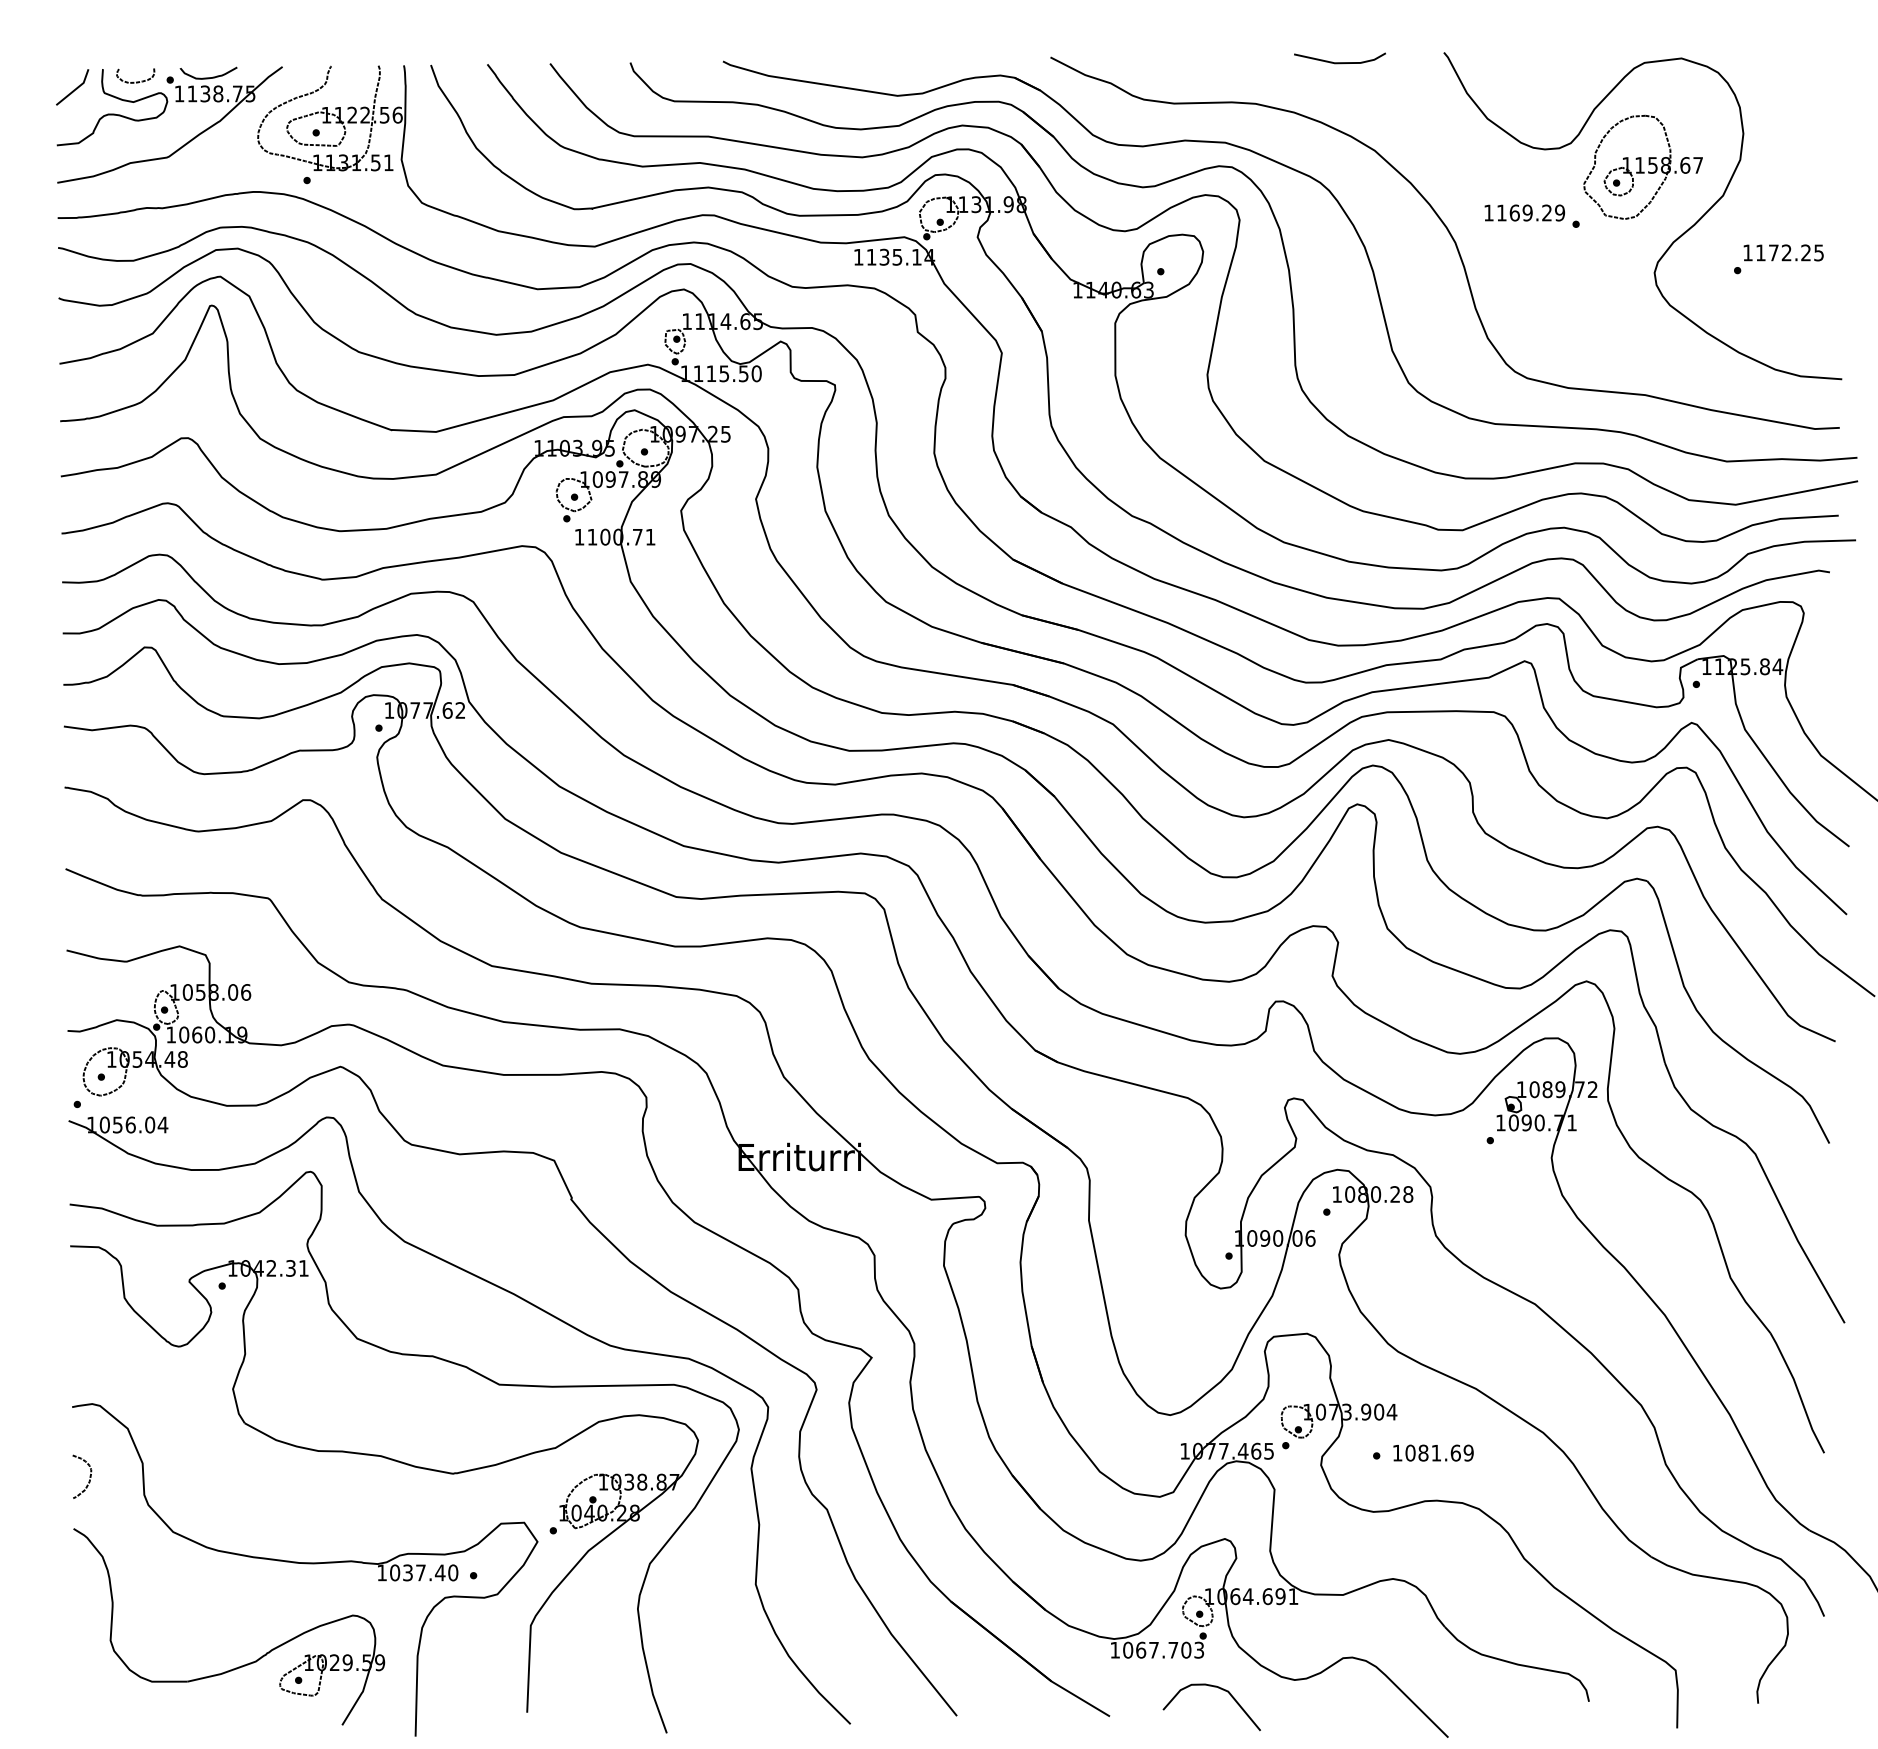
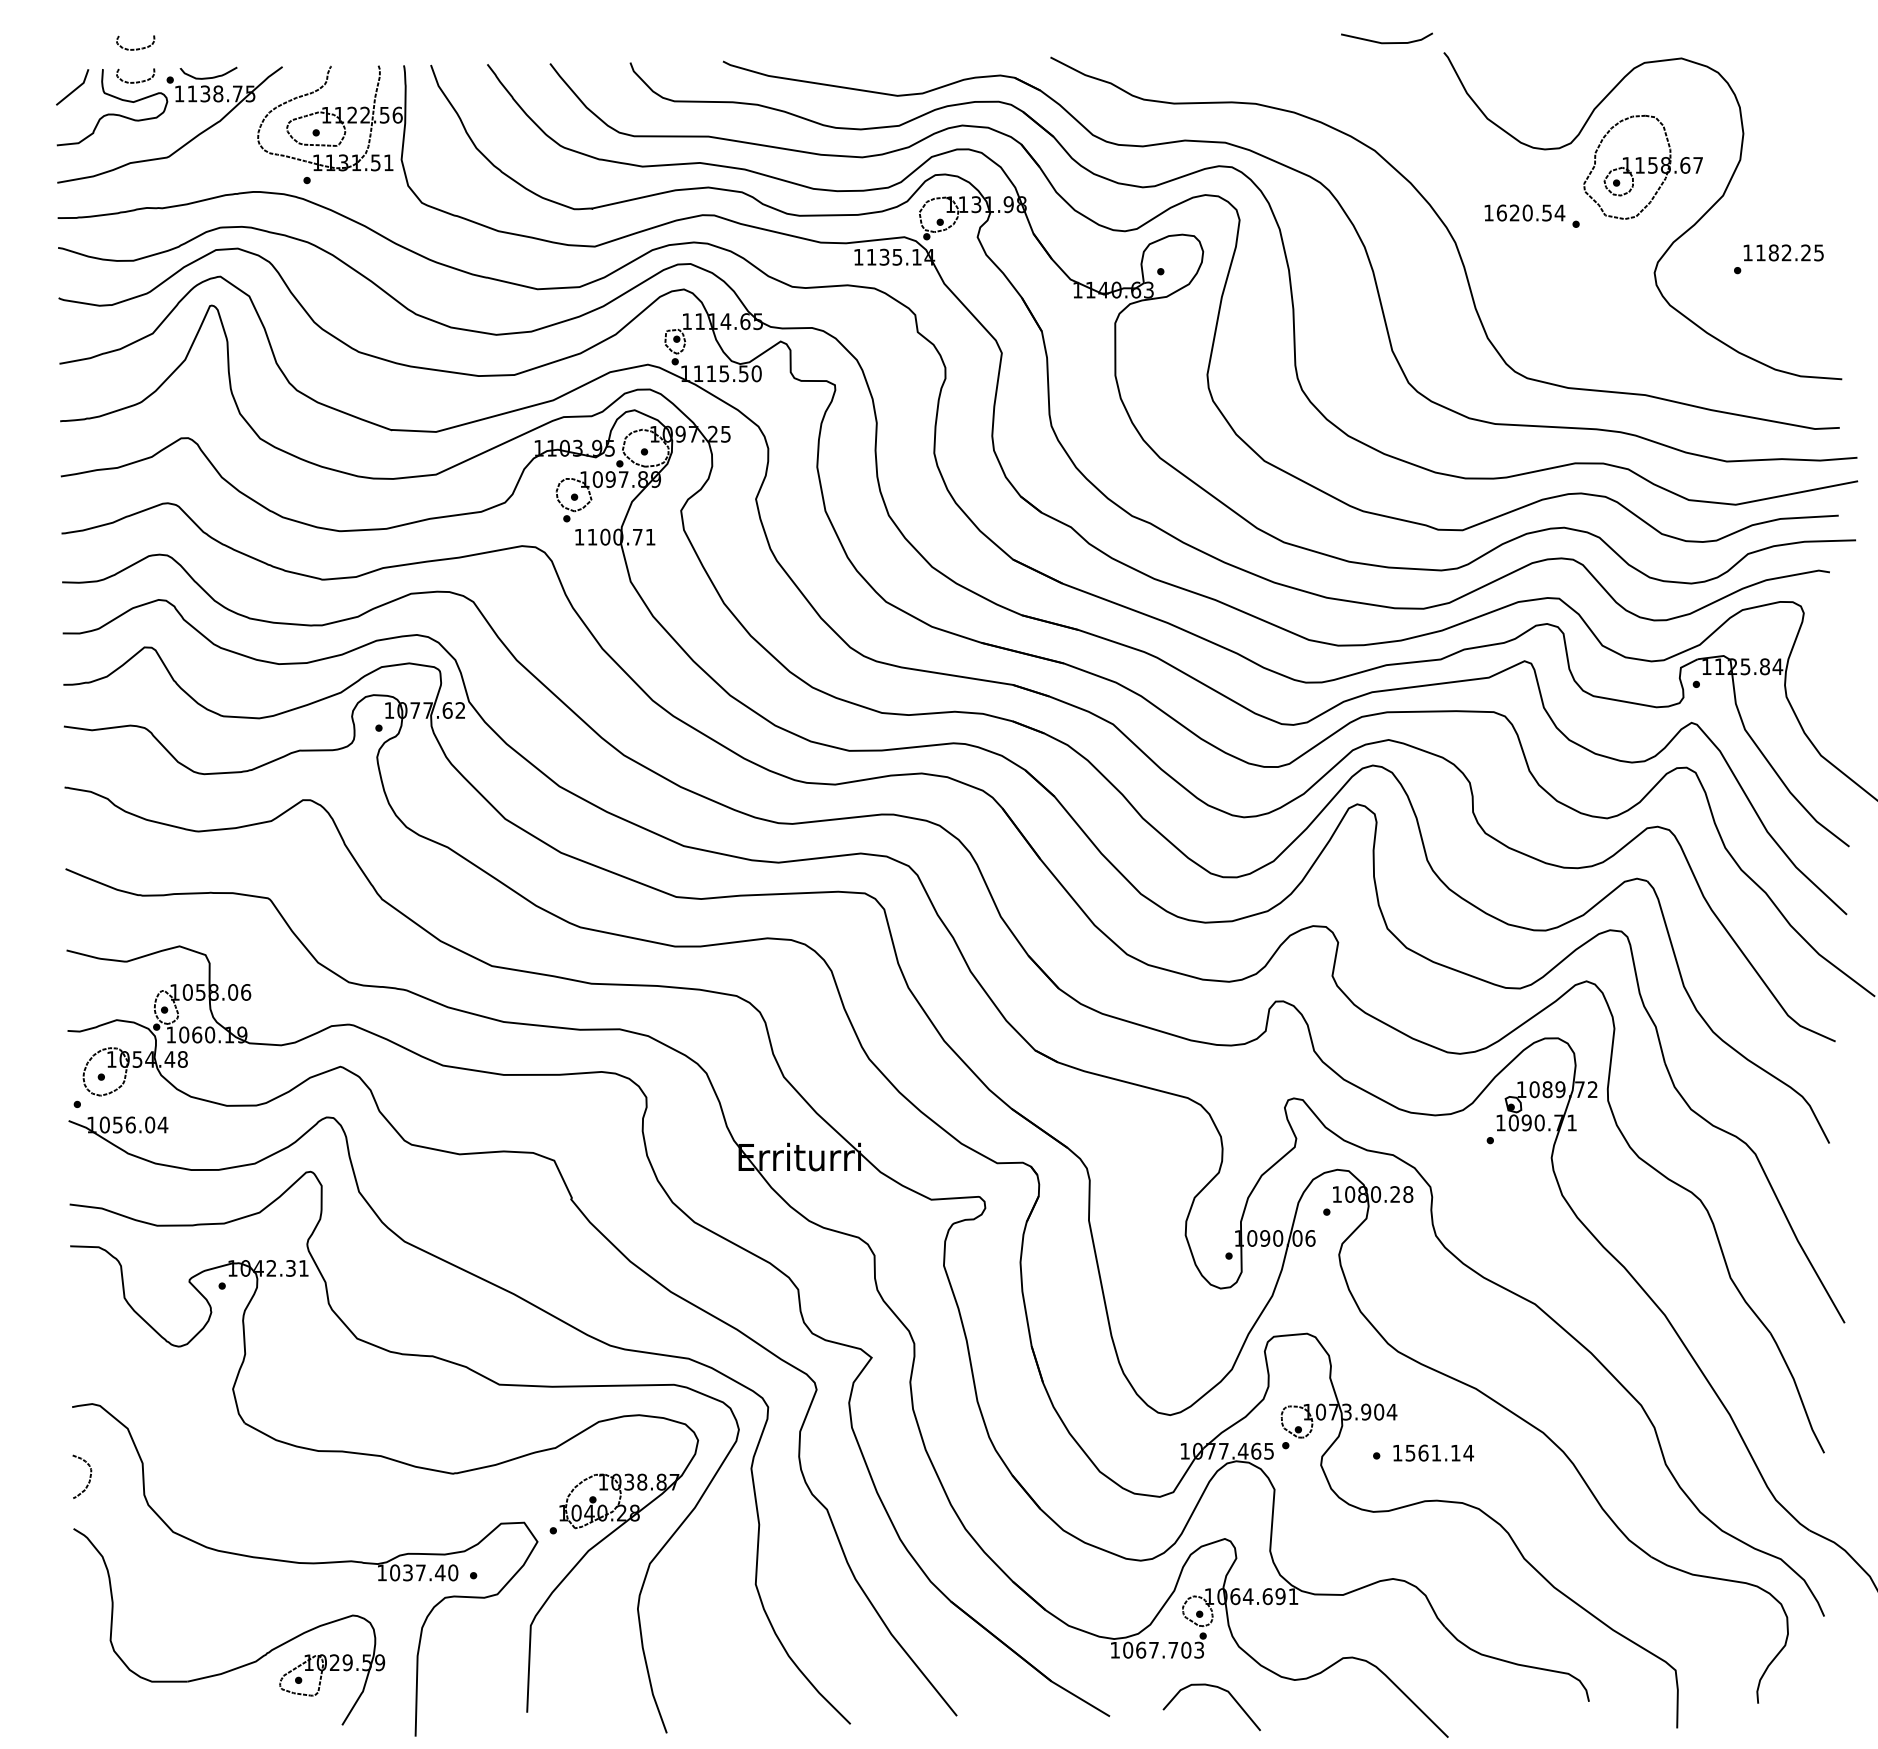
curve at (136, 48): none -> present
line at (1339, 62) position: (1339, 62) -> (1386, 42)
text at (1530, 212): 1169.29 -> 1620.54
text at (1773, 252): 1172.25 -> 1182.25
text at (1439, 1452): 1081.69 -> 1561.14
